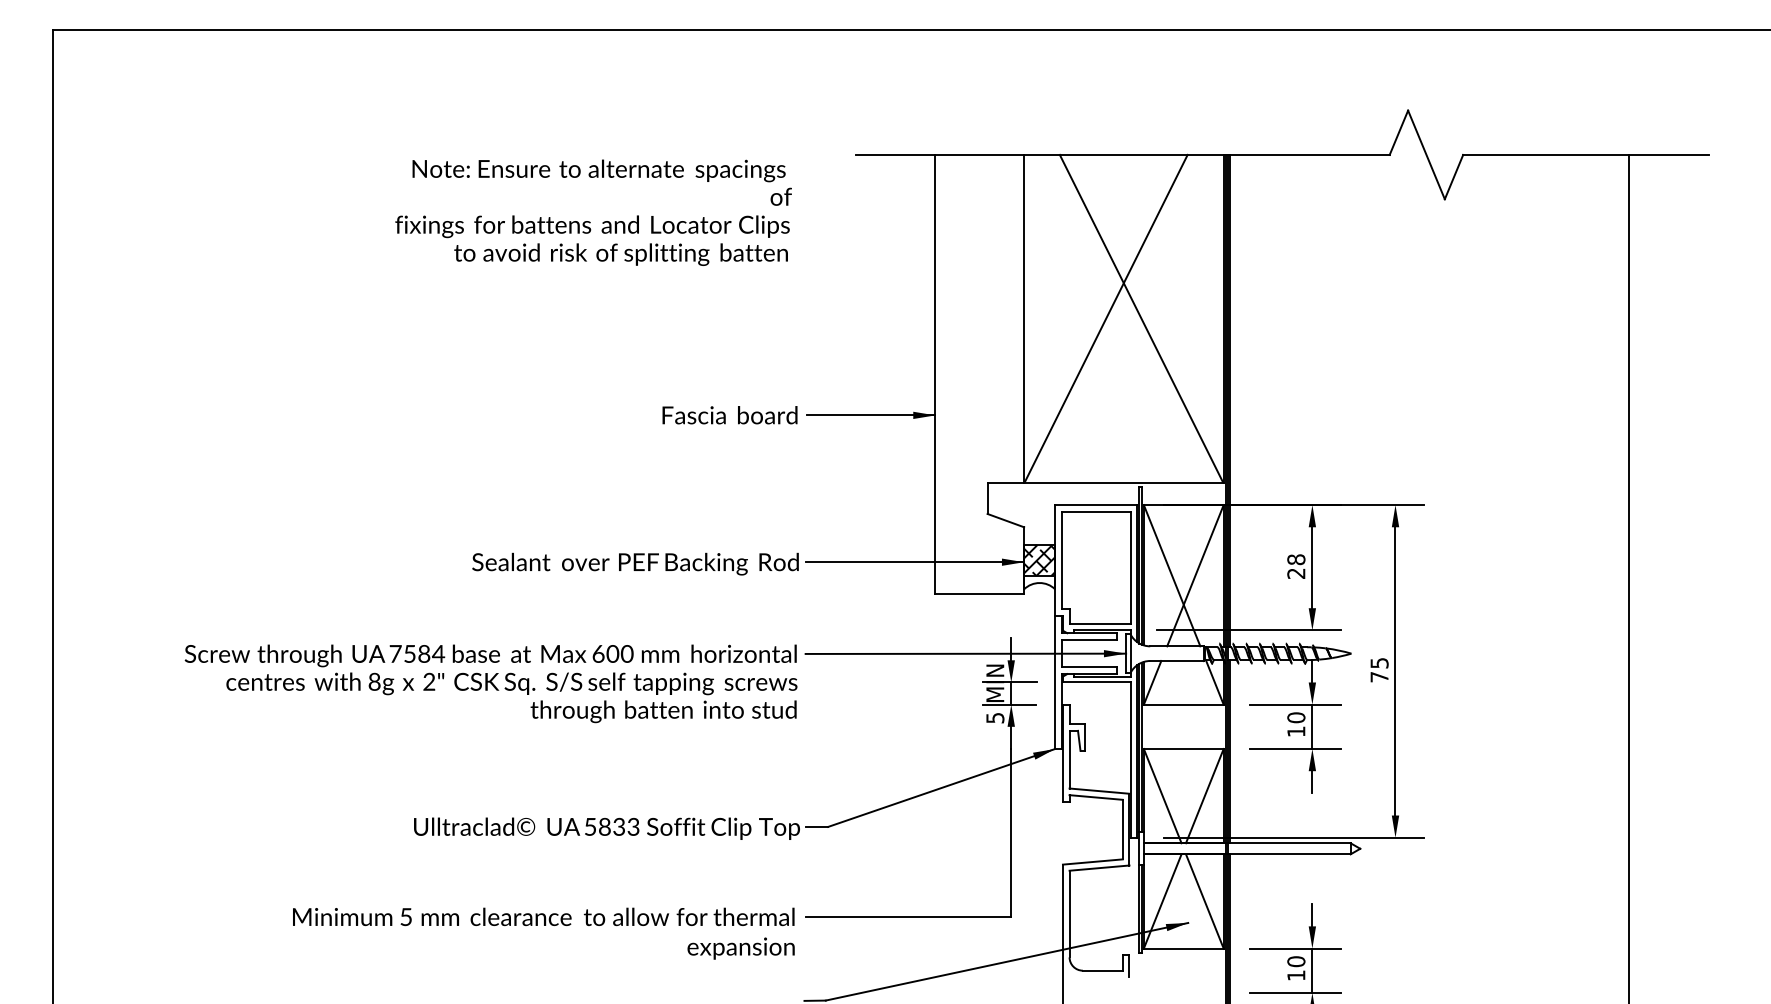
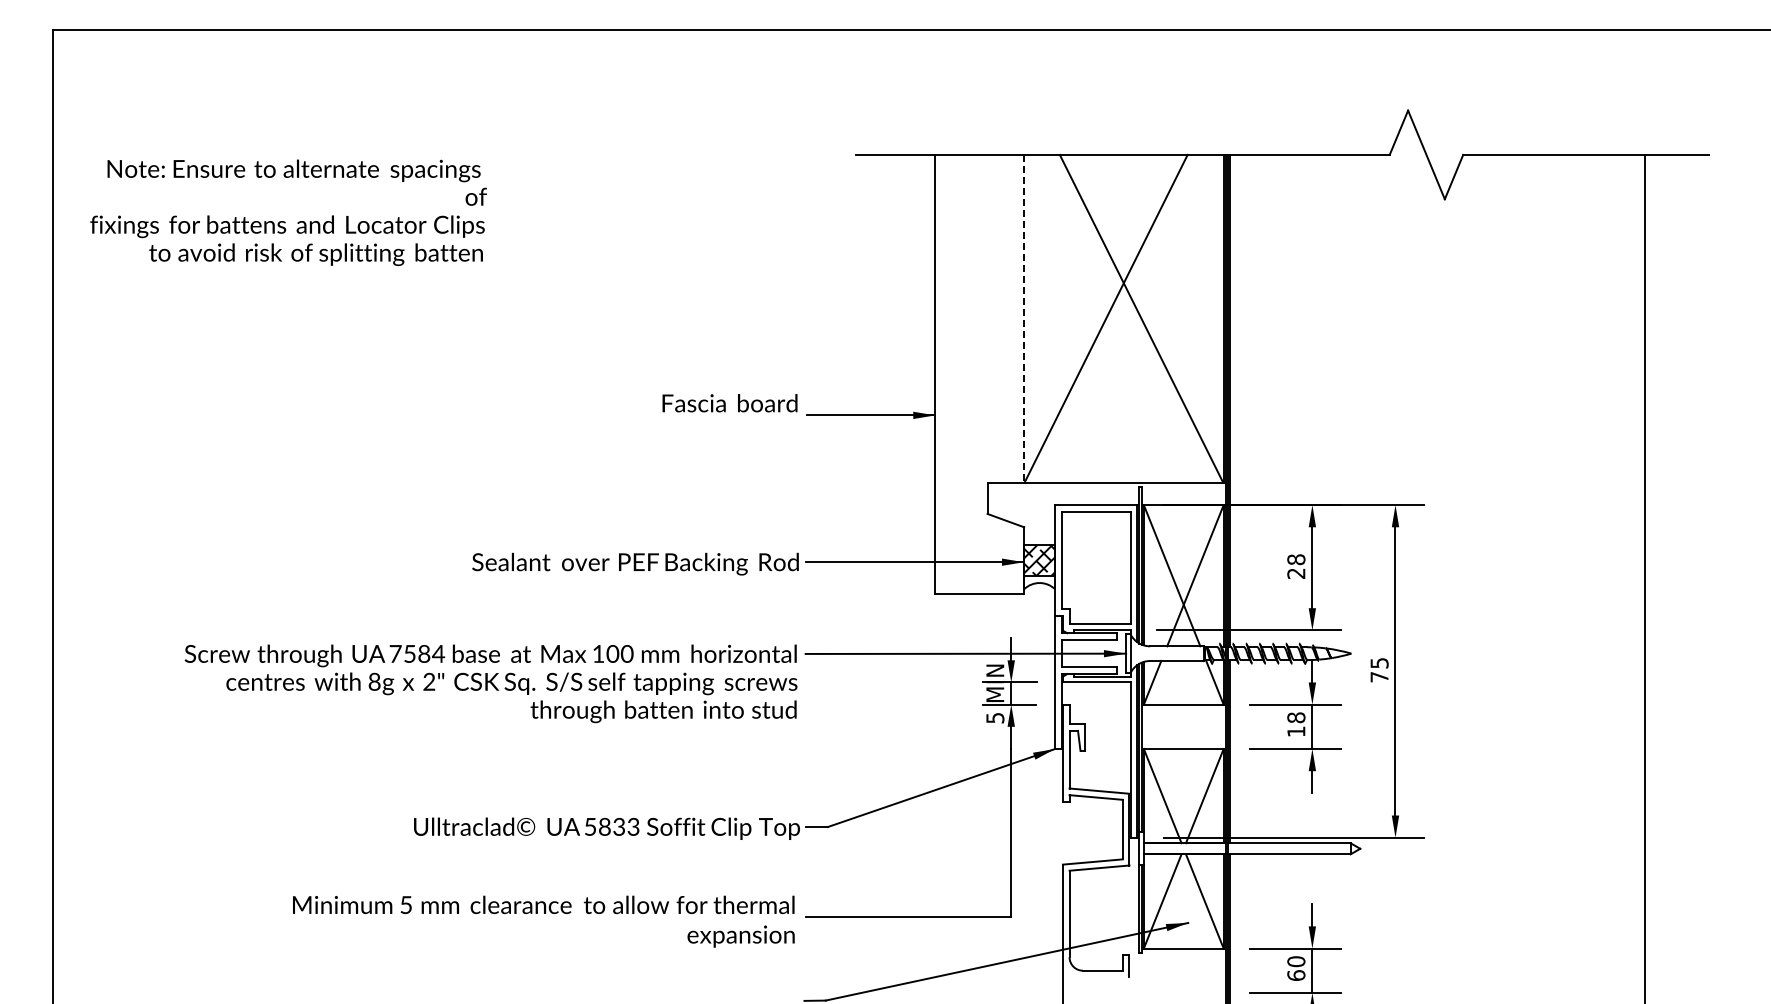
text at (593, 212) position: (593, 212) -> (288, 212)
line at (1024, 318): solid -> dashed
text at (729, 415) position: (729, 415) -> (729, 403)
line at (1629, 577) position: (1629, 577) -> (1645, 577)
text at (598, 653): 600 -> 100
text at (1296, 717): 10 -> 18
text at (543, 933) position: (543, 933) -> (543, 921)
text at (1296, 975): 10 -> 60
